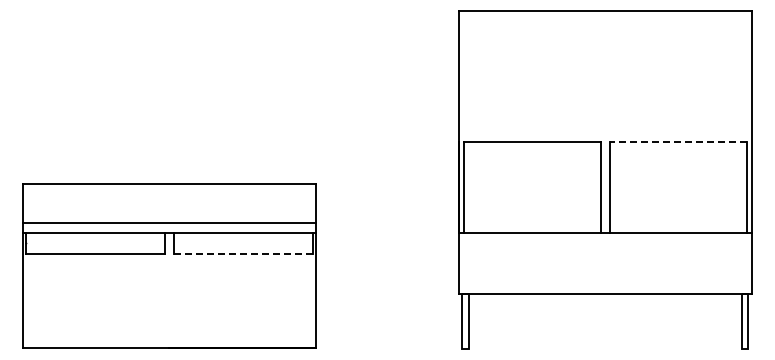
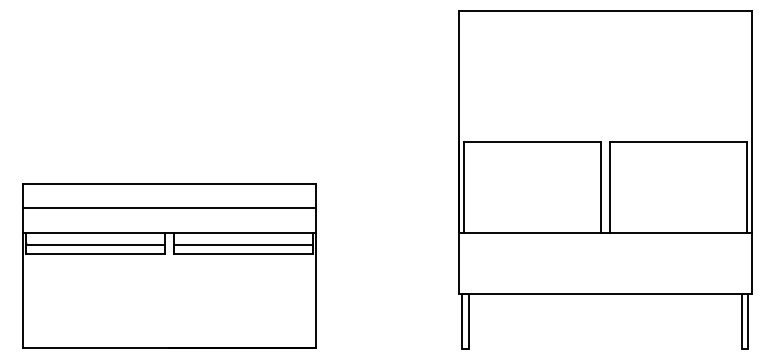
line at (678, 141): dashed -> solid
line at (169, 223) position: (169, 223) -> (169, 208)
line at (95, 244): none -> present
line at (242, 244): none -> present
line at (243, 253): dashed -> solid
